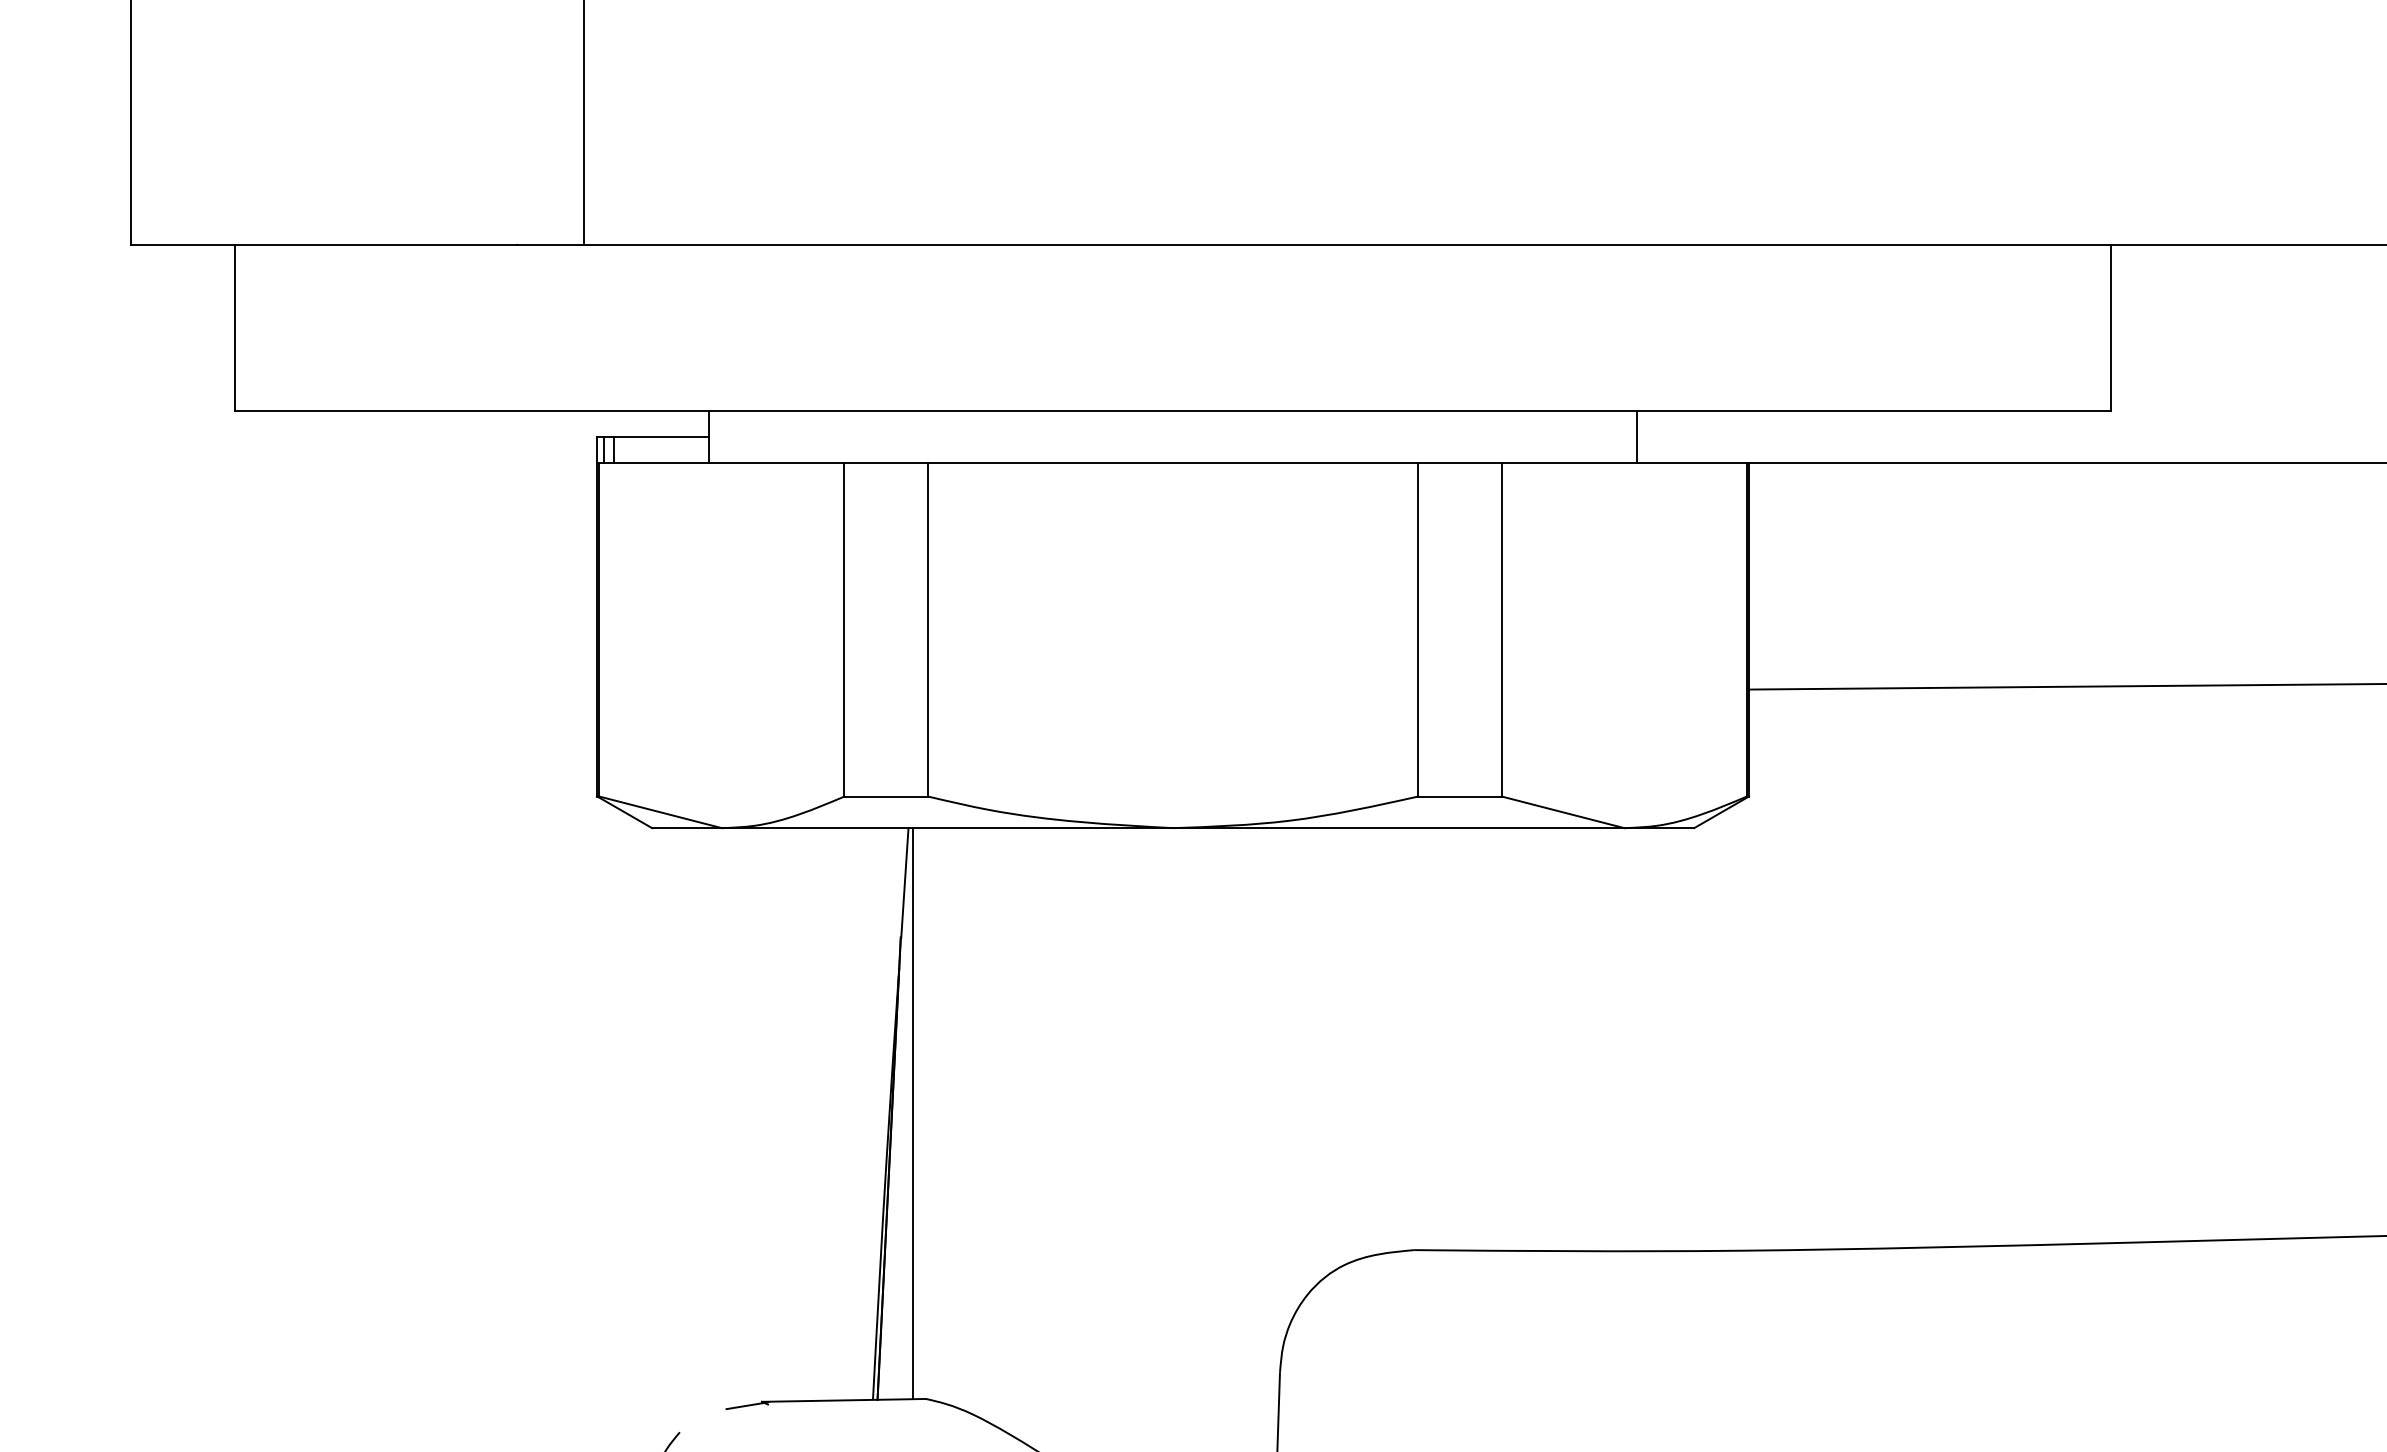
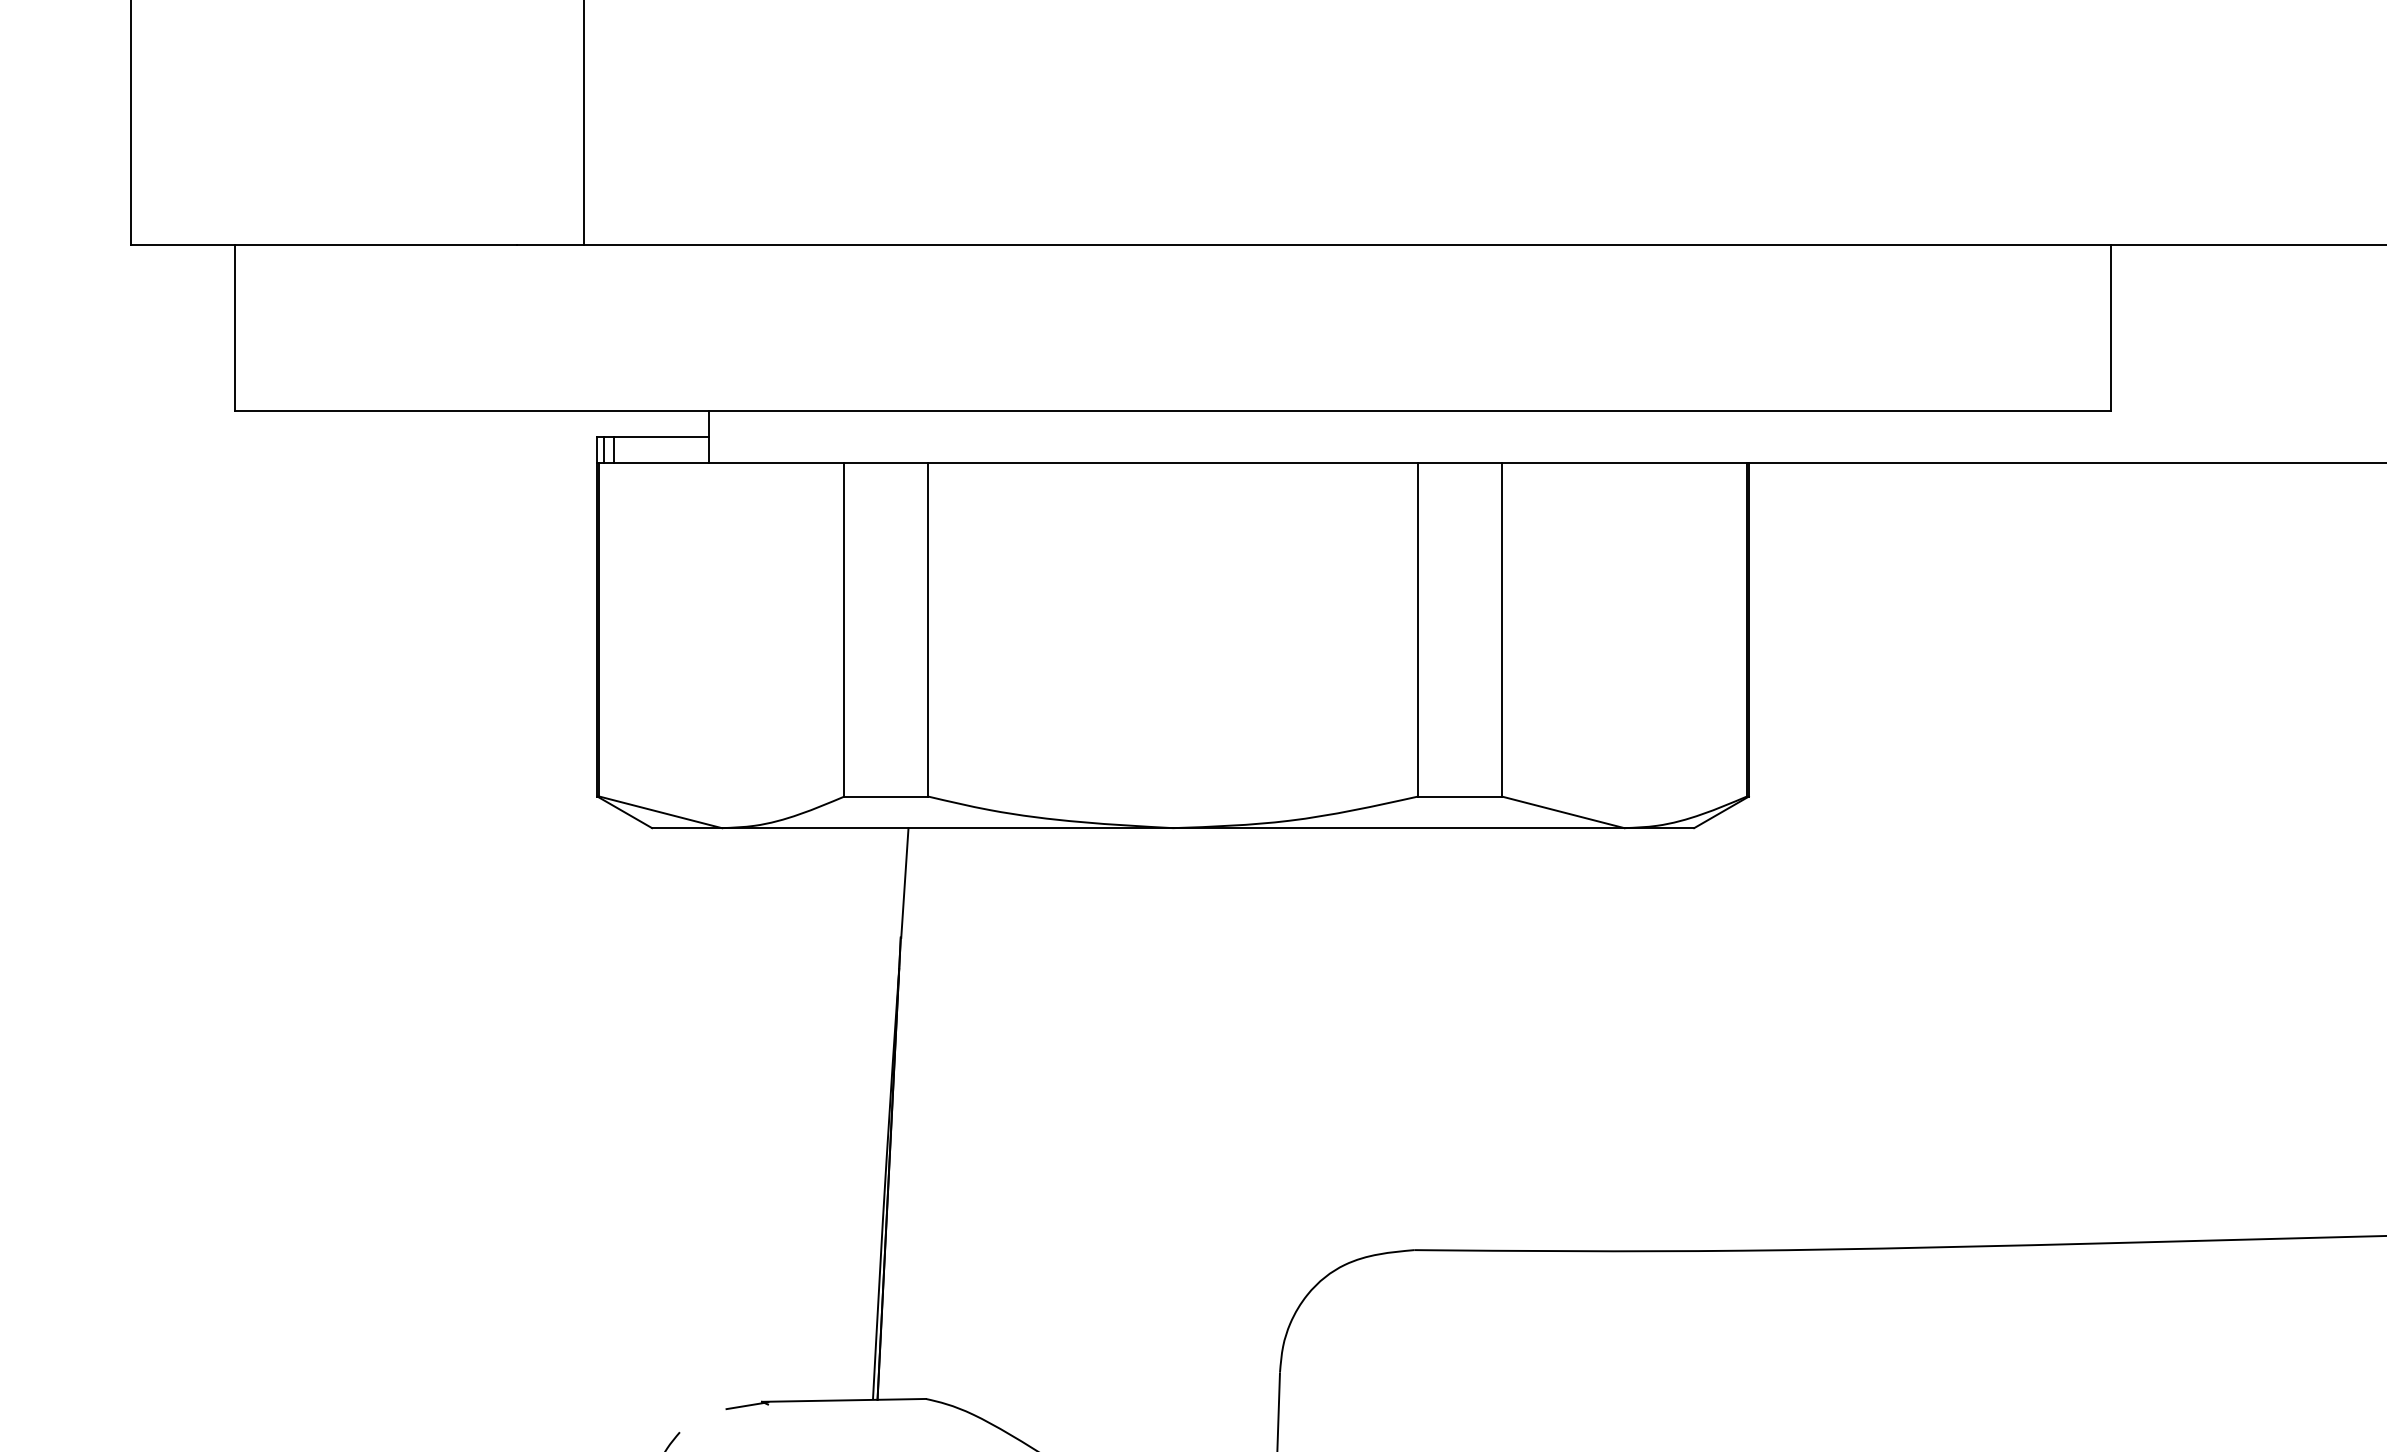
line at (1636, 437): present -> none
line at (2065, 686): present -> none
line at (912, 1113): present -> none
